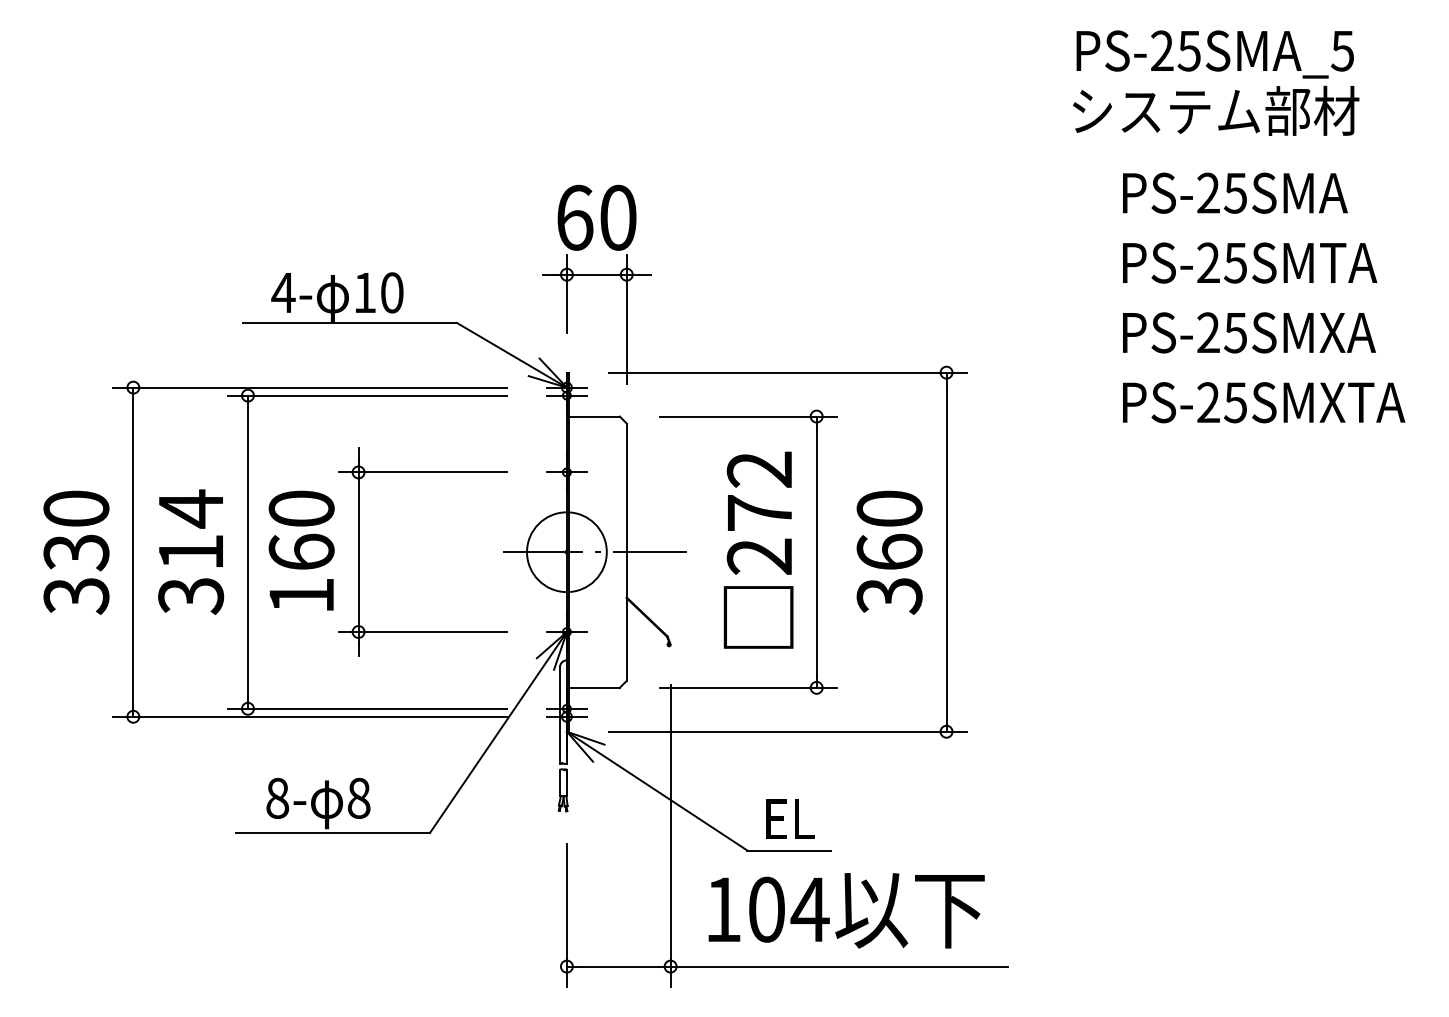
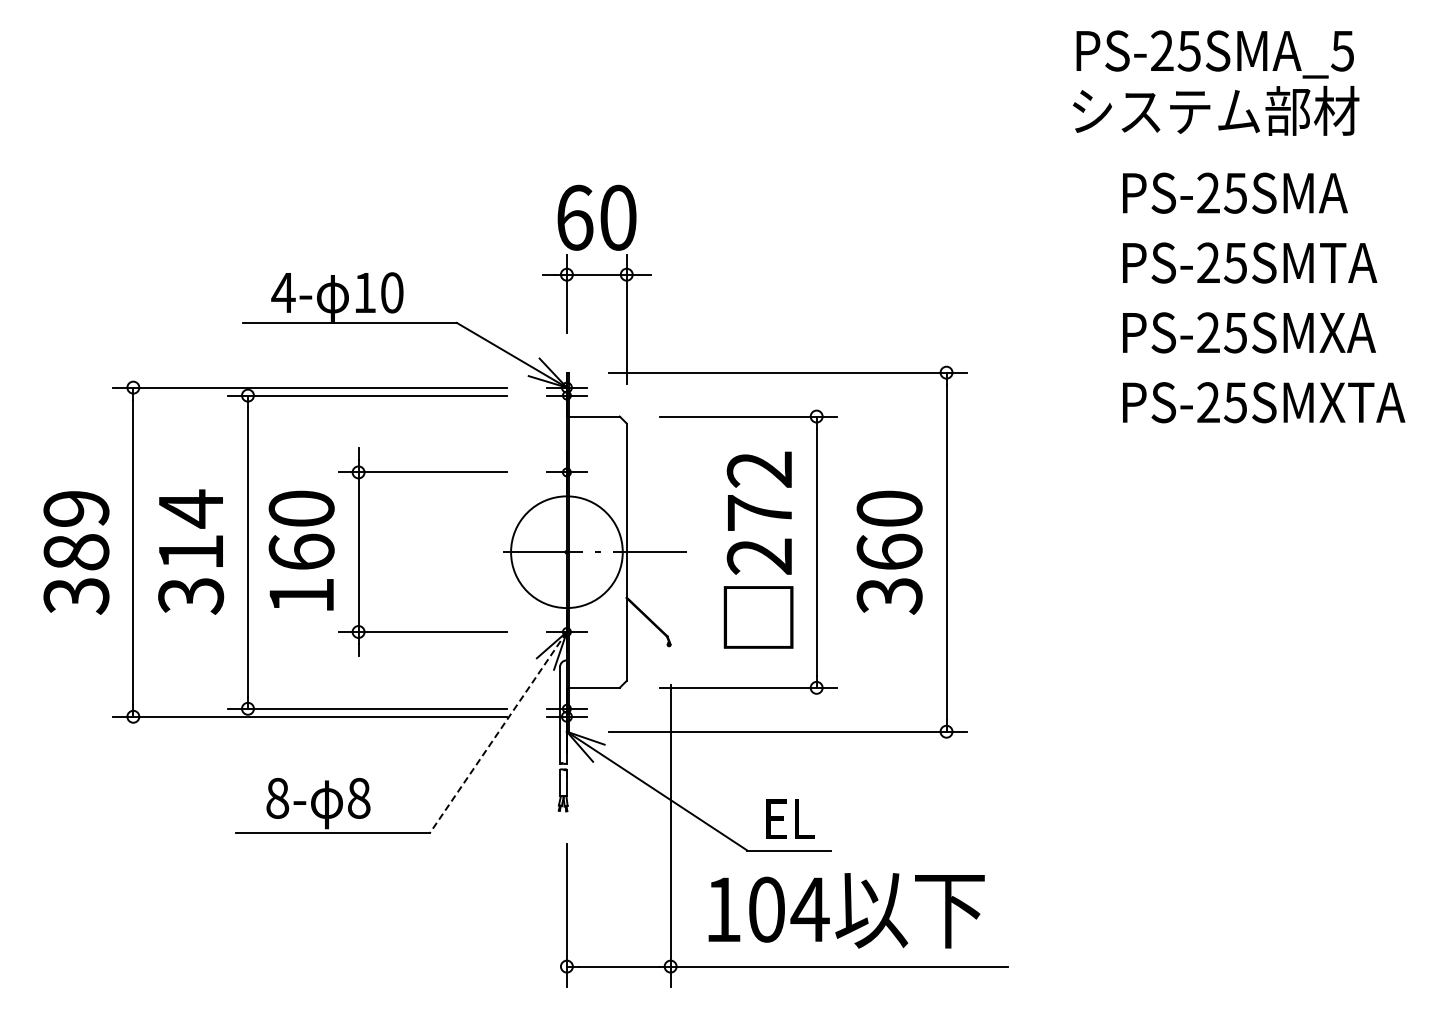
text at (76, 530): 330 -> 389
circle at (566, 552) diameter: 80 px -> 112 px
line at (498, 732): solid -> dashed
